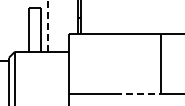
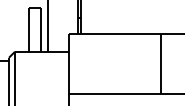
line at (47, 25): dashed -> solid
line at (138, 93): dashed -> solid
